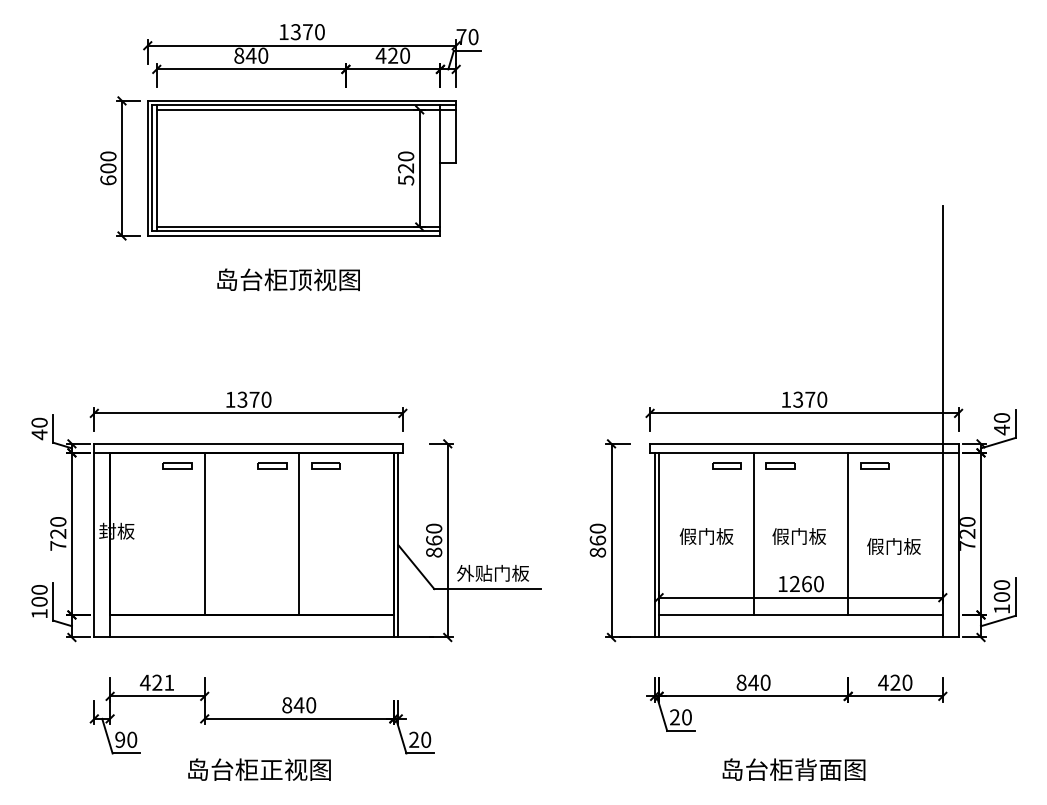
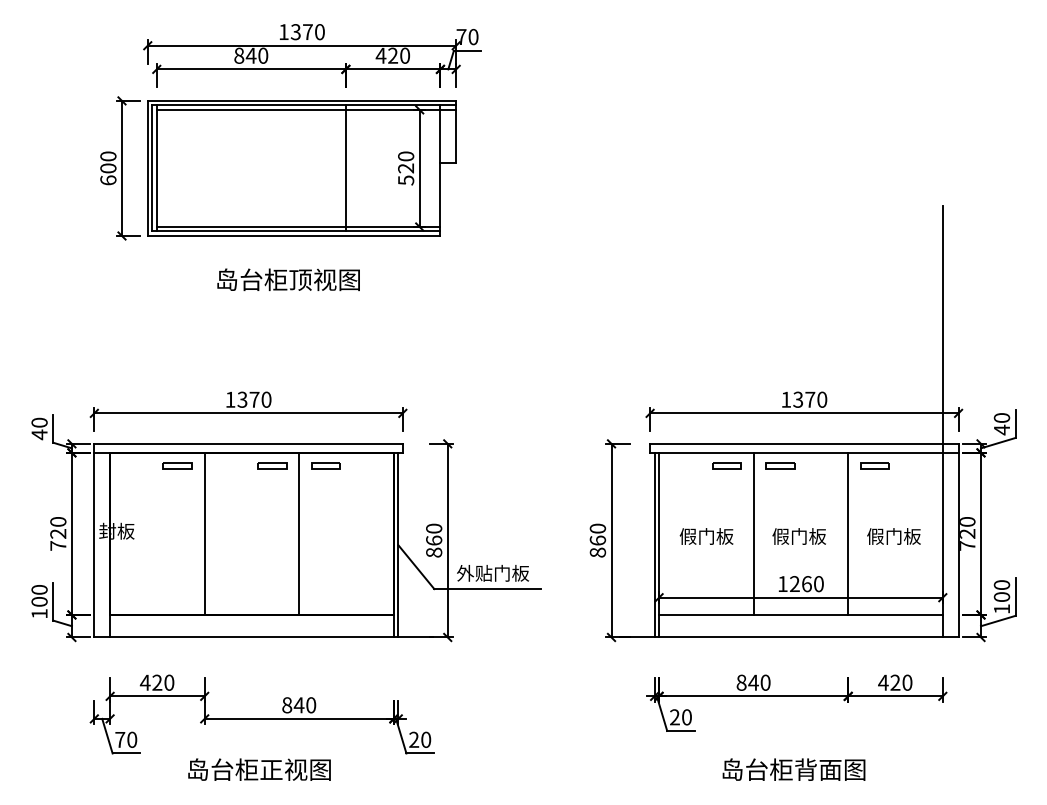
line at (345, 168): none -> present
text at (893, 546) position: (893, 546) -> (893, 536)
text at (169, 682): 421 -> 420
text at (120, 739): 90 -> 70
